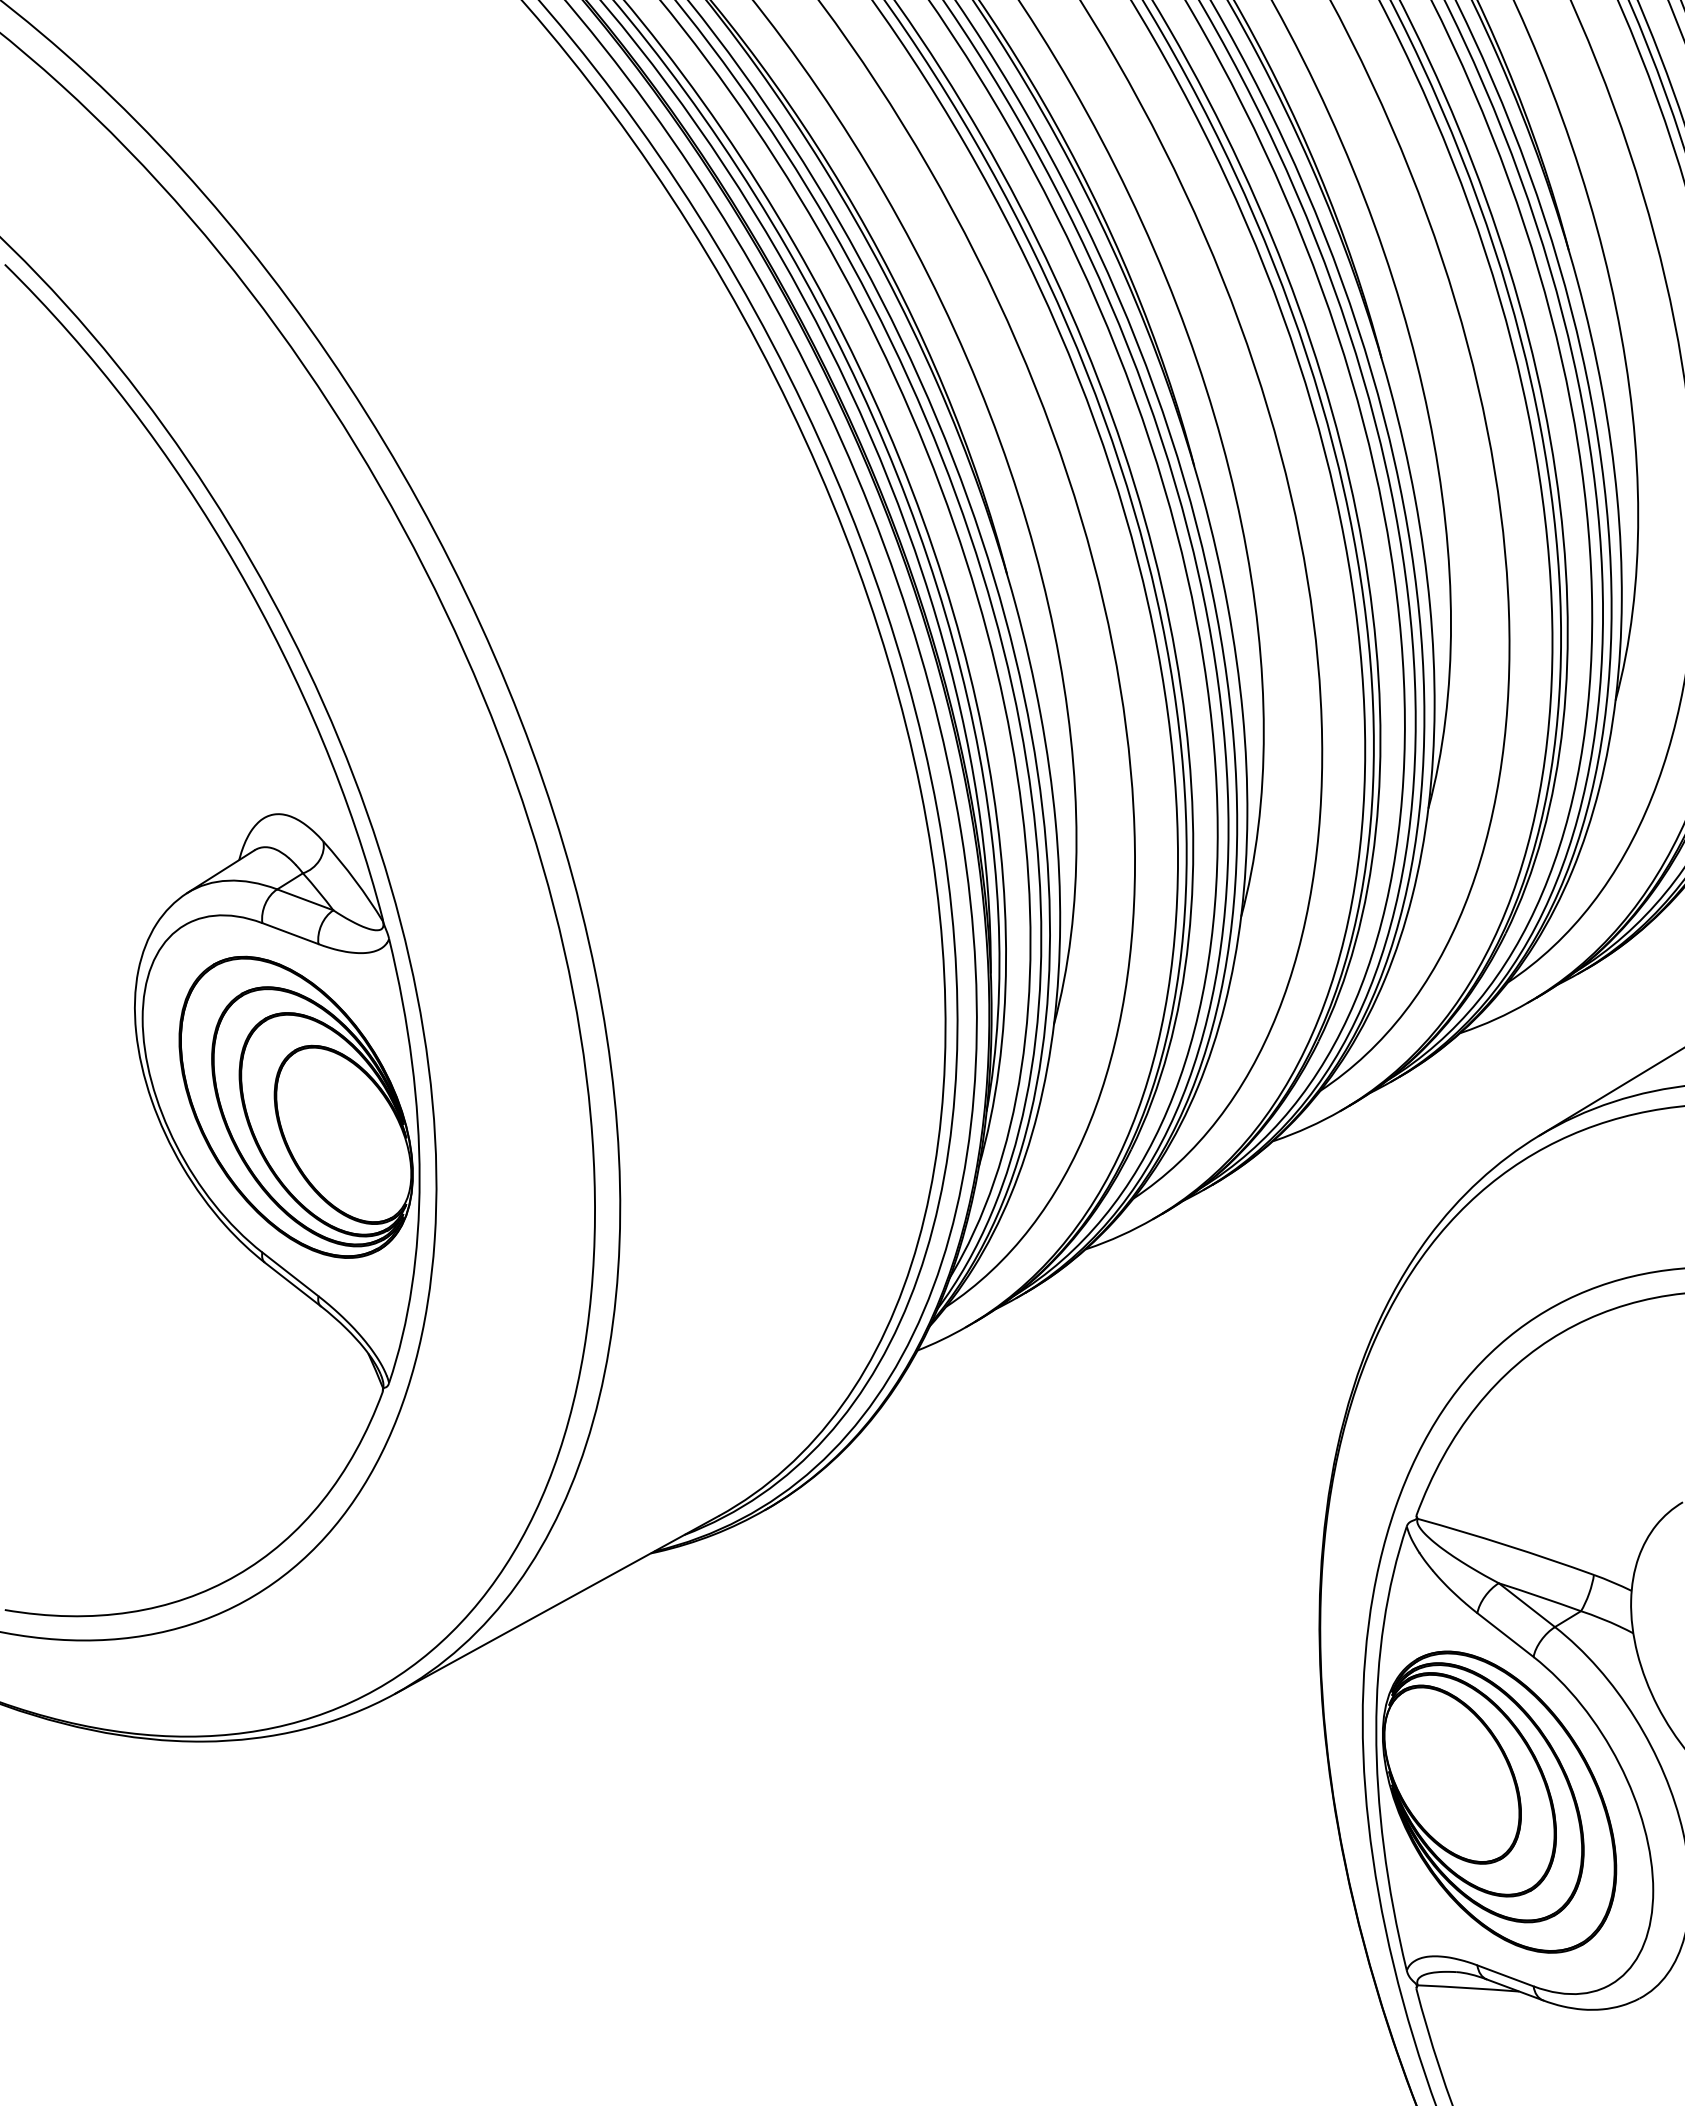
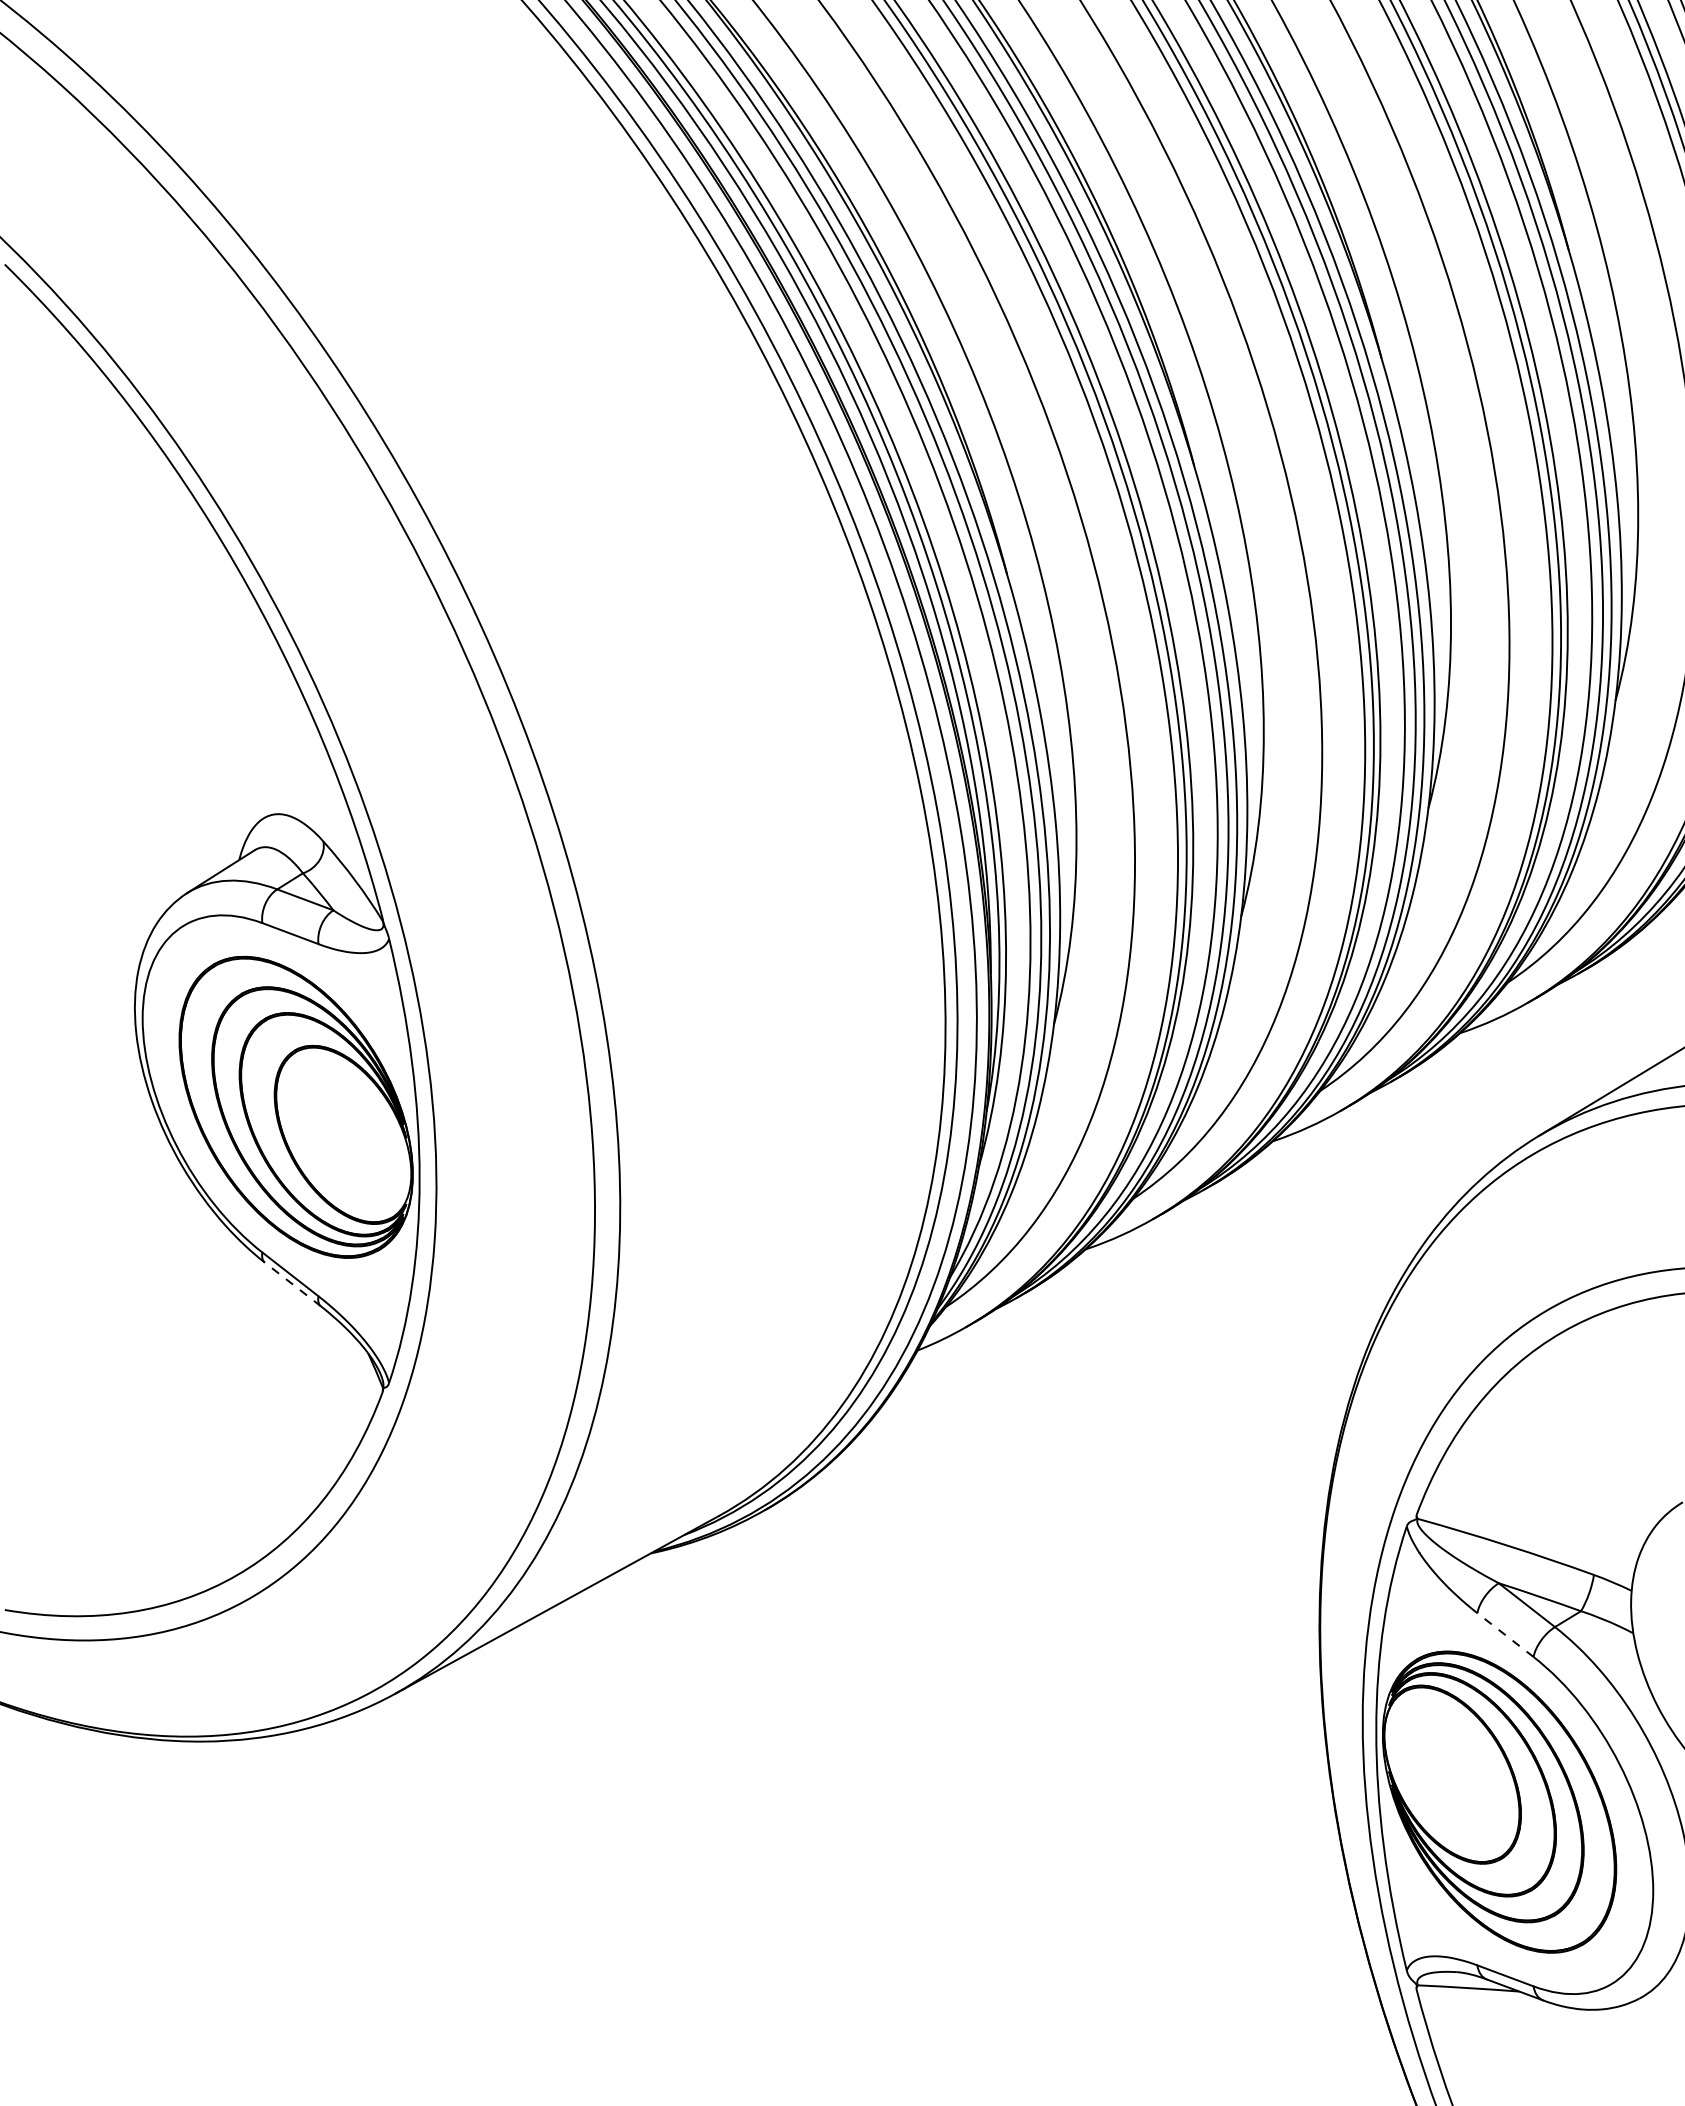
line at (292, 1284): solid -> dashed
line at (1505, 1635): solid -> dashed
